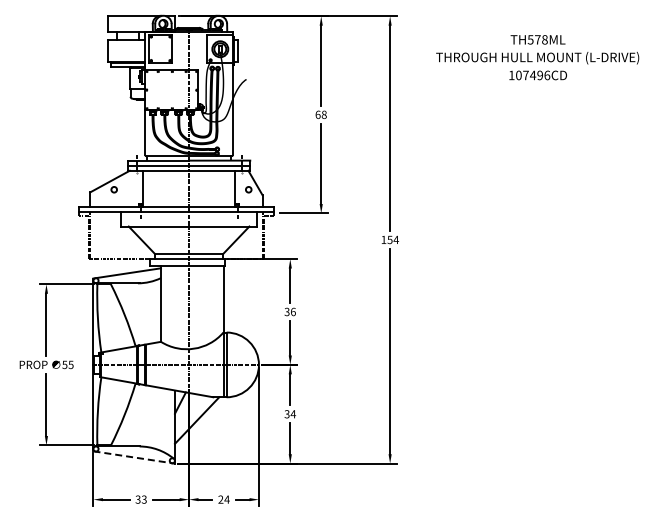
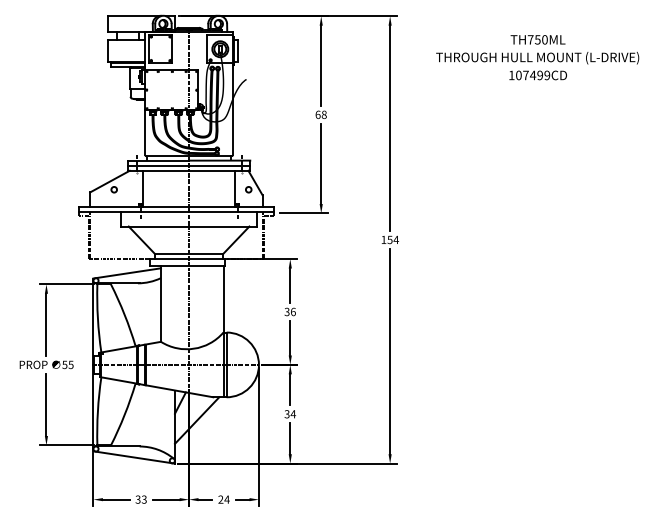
text at (537, 39): TH578ML -> TH750ML
text at (547, 75): 107496CD -> 107499CD
line at (134, 457): dashed -> solid
